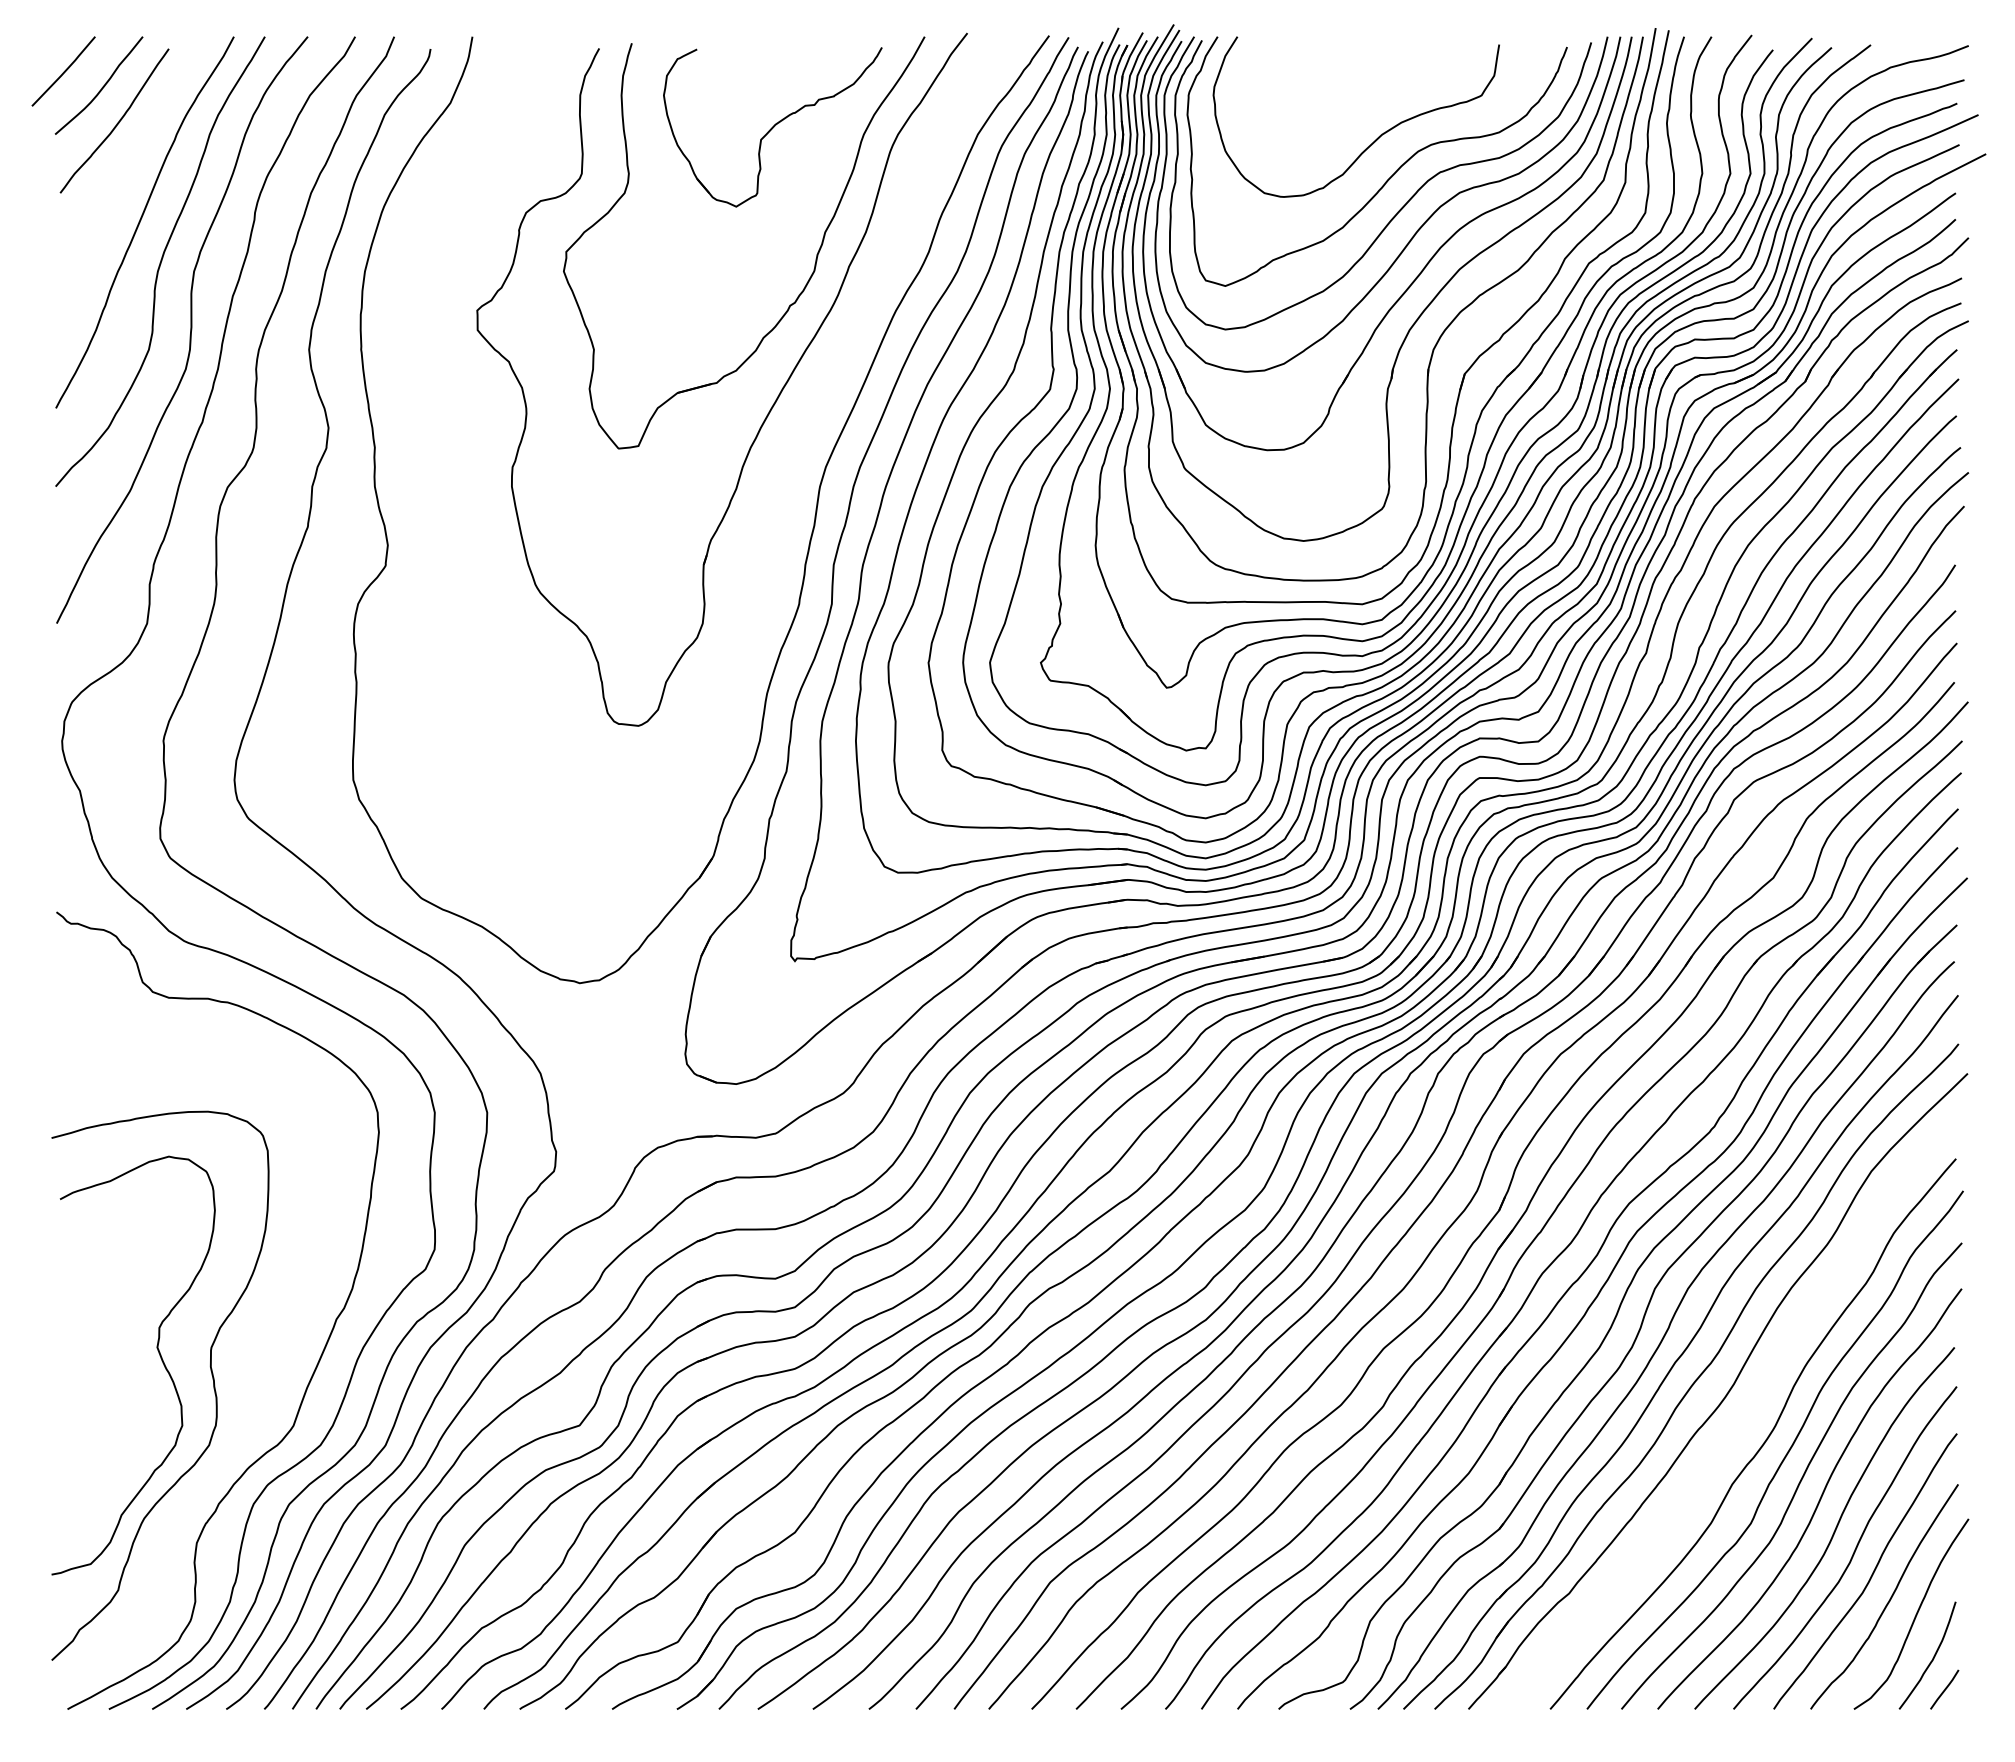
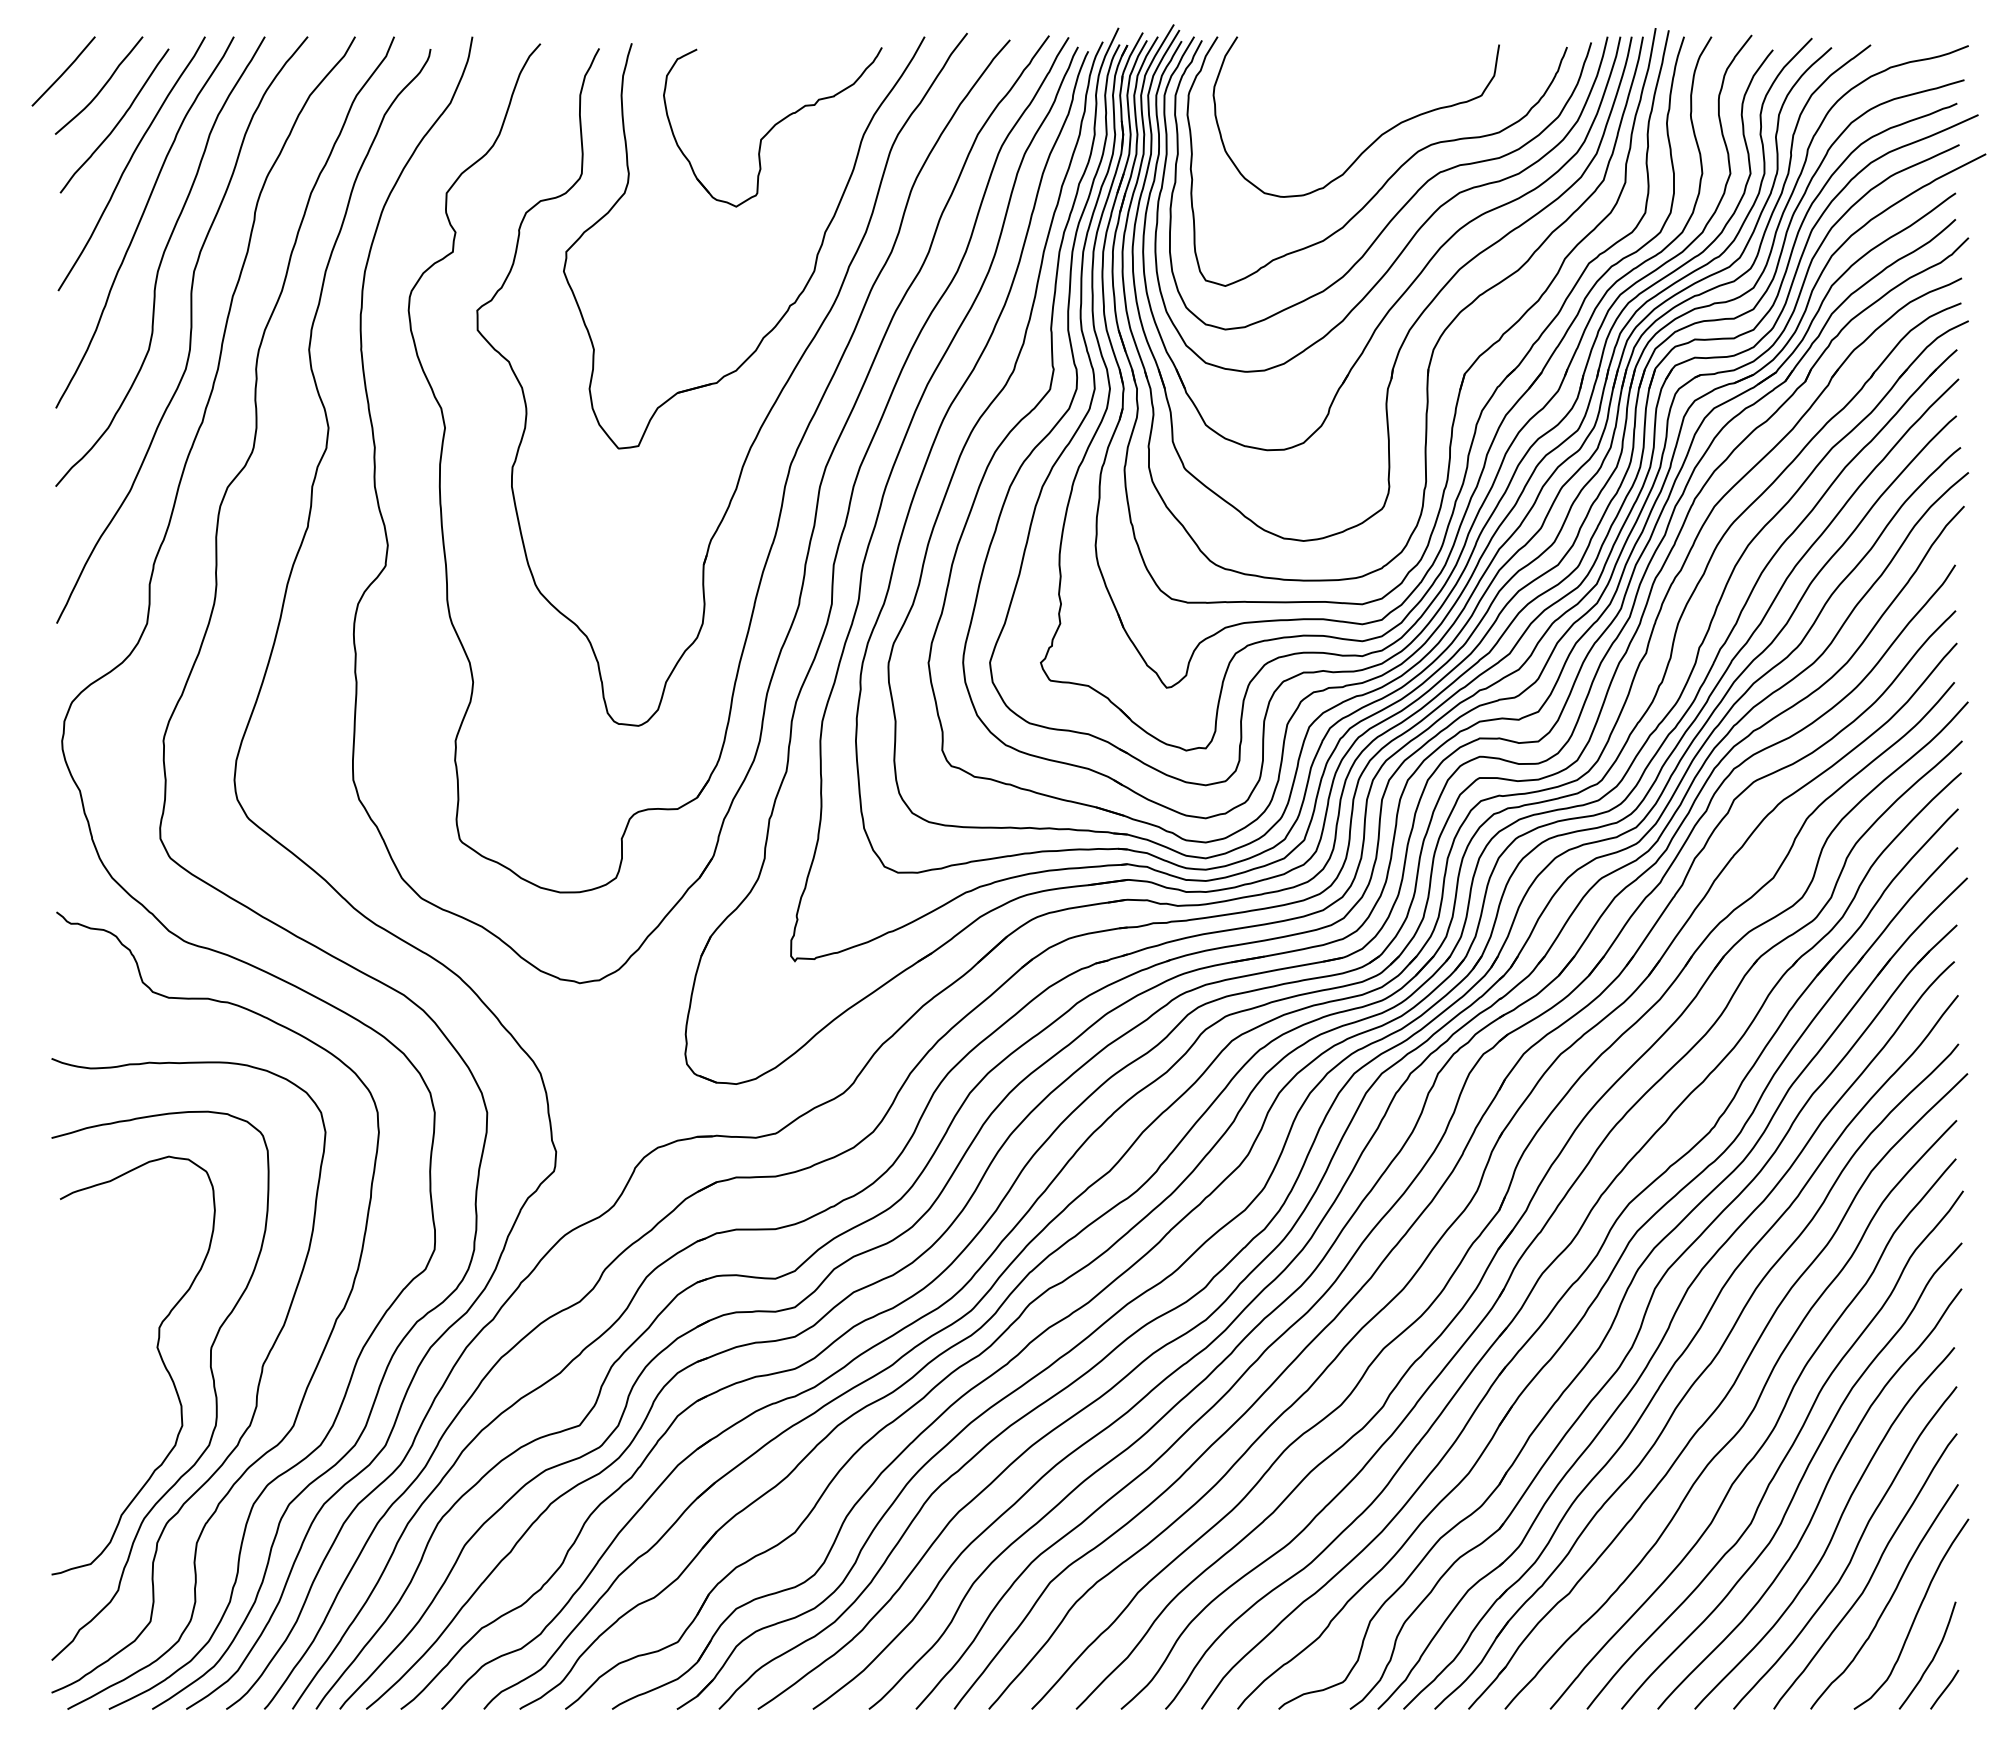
curve at (129, 163): none -> present
part at (784, 484): none -> present
curve at (257, 1385): none -> present
curve at (1742, 1424): none -> present
